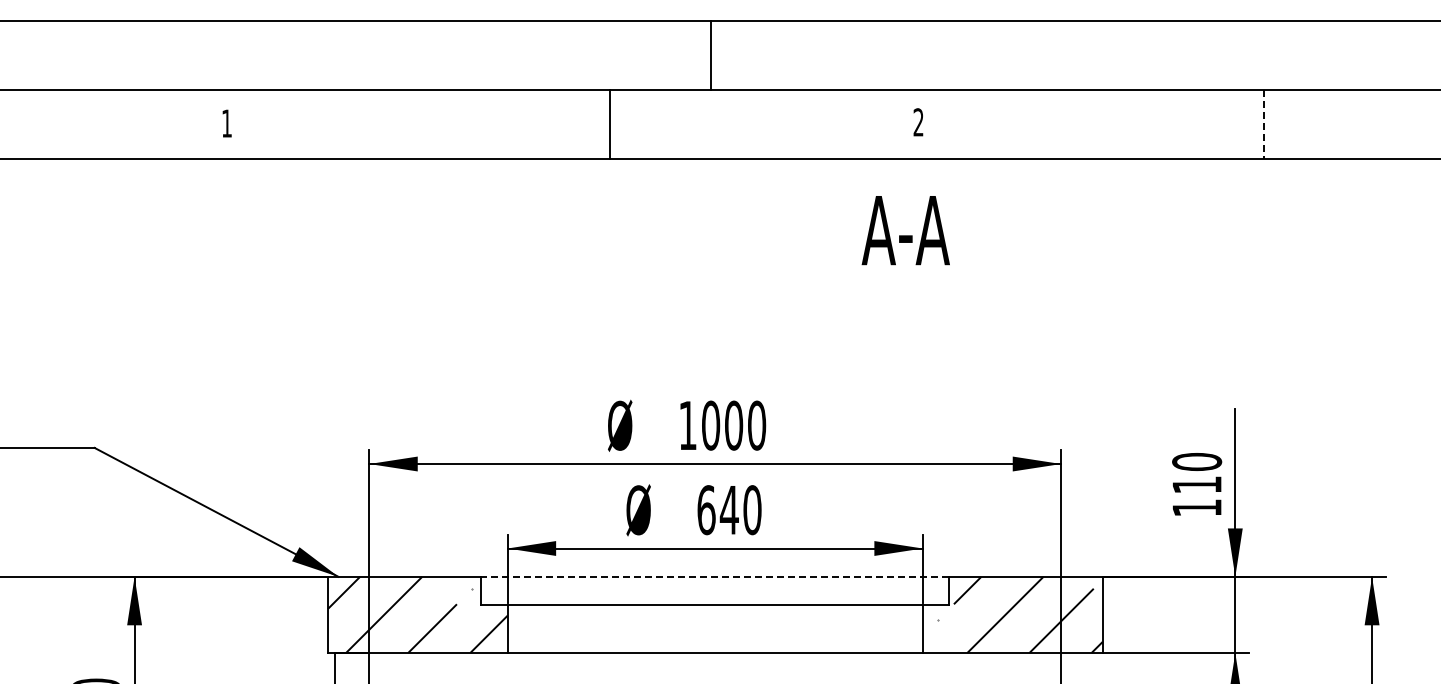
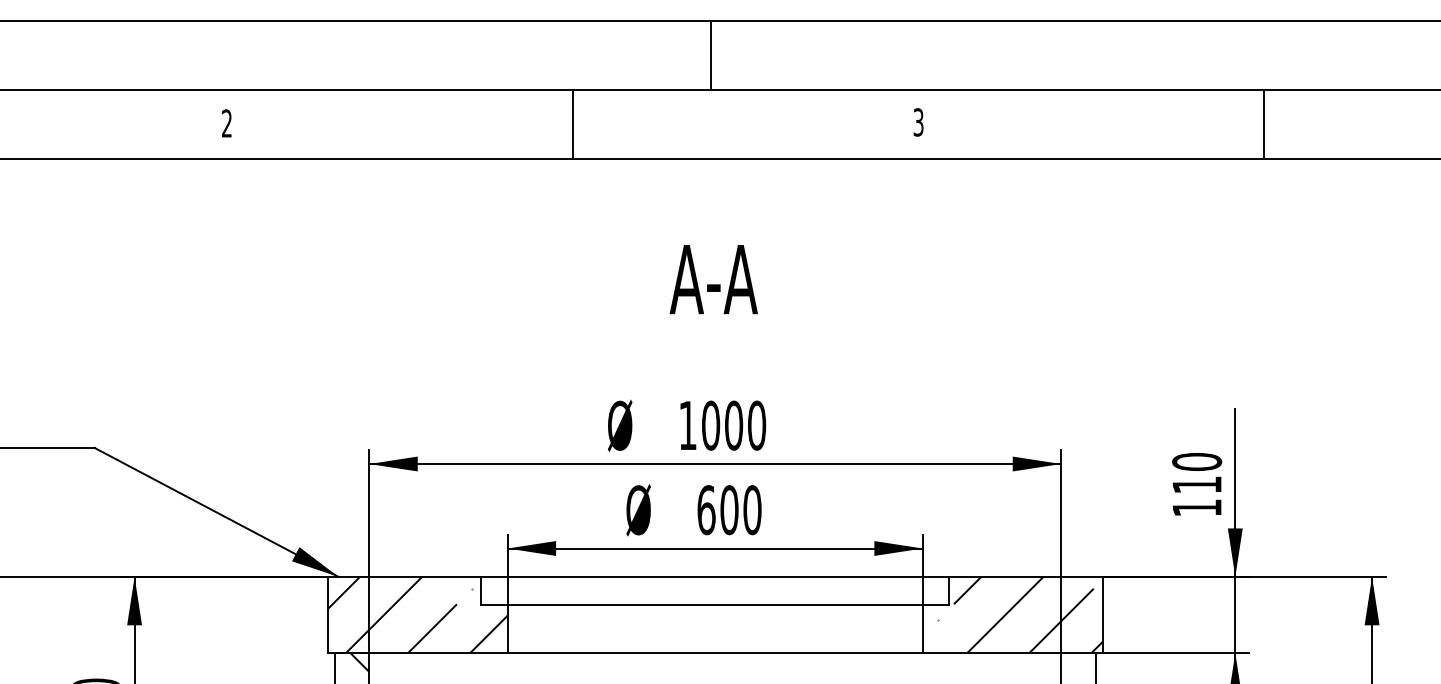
text at (918, 122): 2 -> 3
text at (226, 123): 1 -> 2
line at (609, 123) position: (609, 123) -> (572, 123)
line at (1264, 124): dashed -> solid
text at (905, 230) position: (905, 230) -> (713, 279)
text at (728, 510): 640 -> 600
line at (715, 576): dashed -> solid
hatch at (359, 661): none -> present
line at (1095, 666): none -> present
